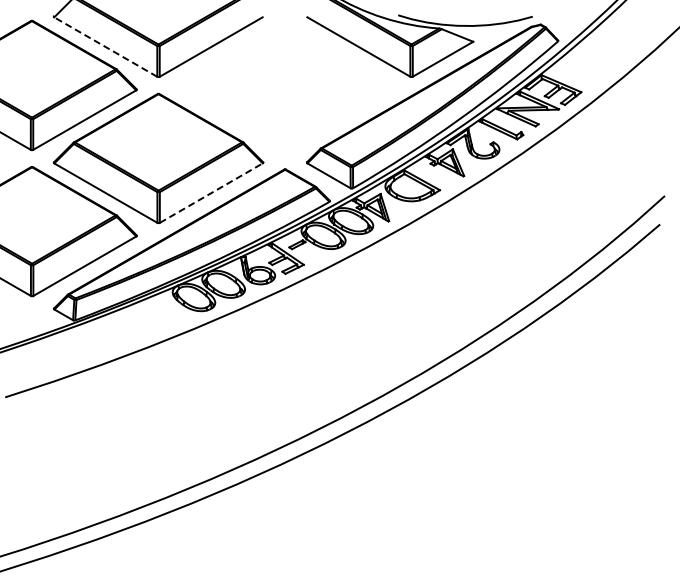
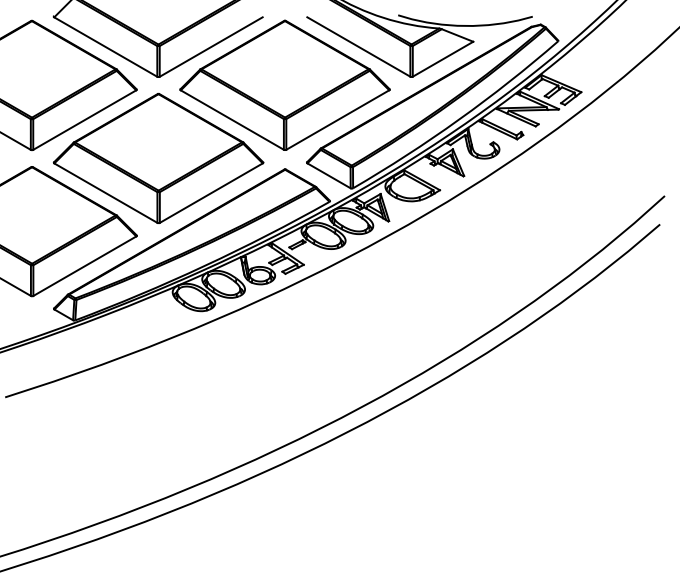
line at (105, 46): dashed -> solid
part at (284, 84): none -> present
line at (211, 192): dashed -> solid
